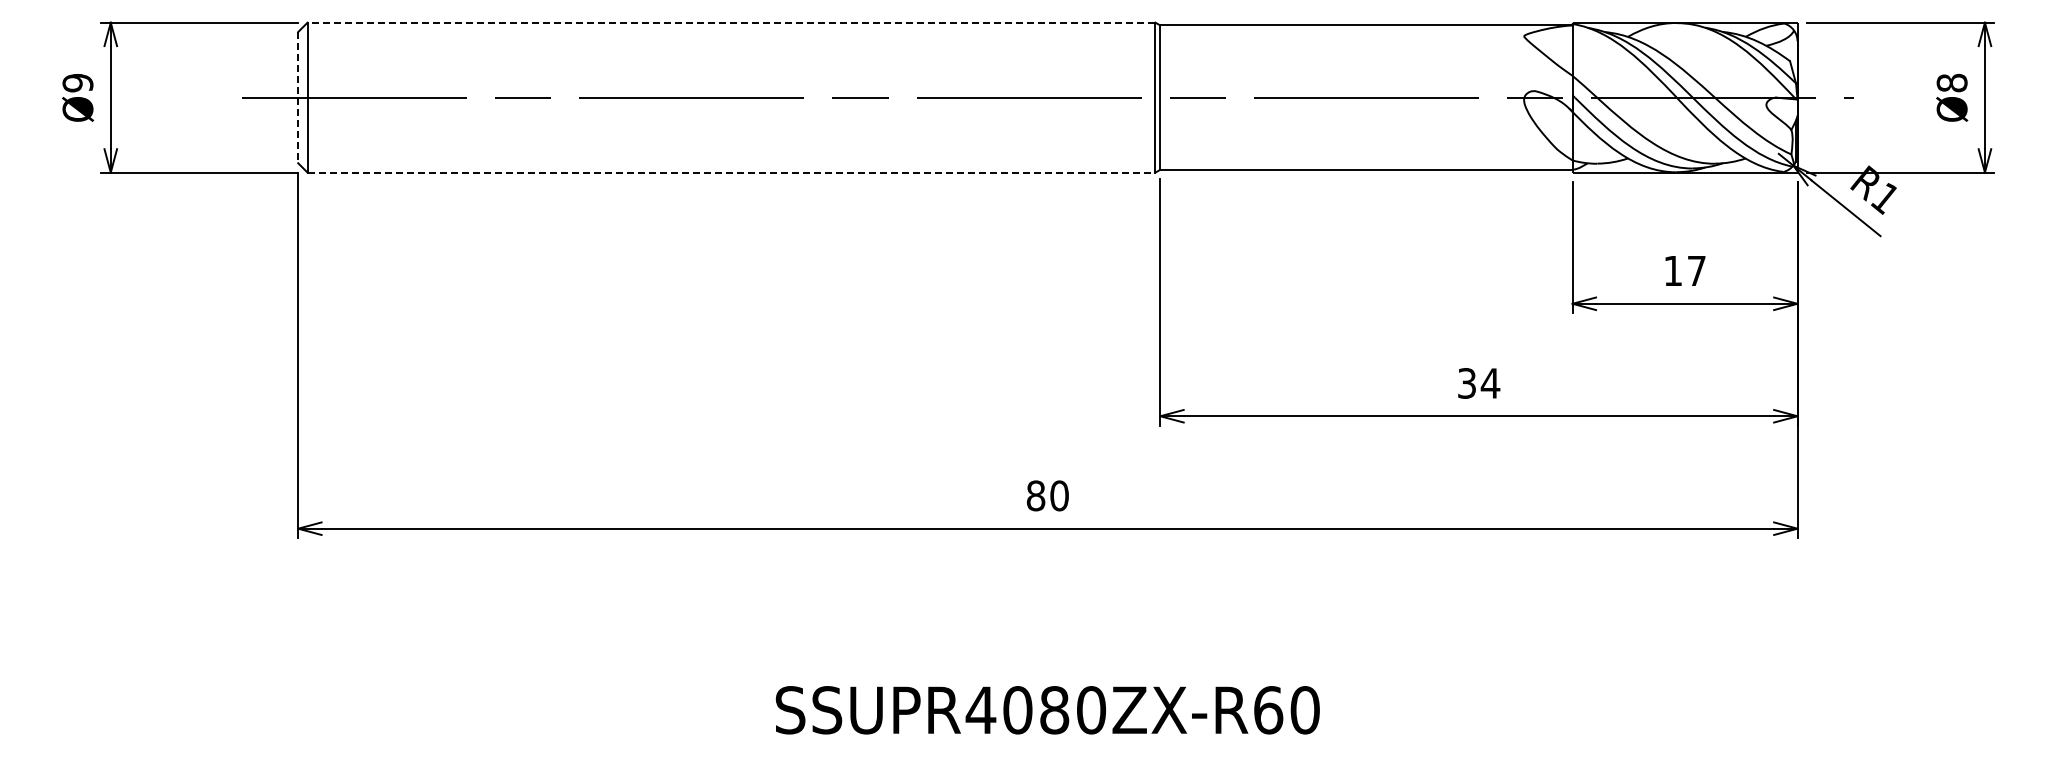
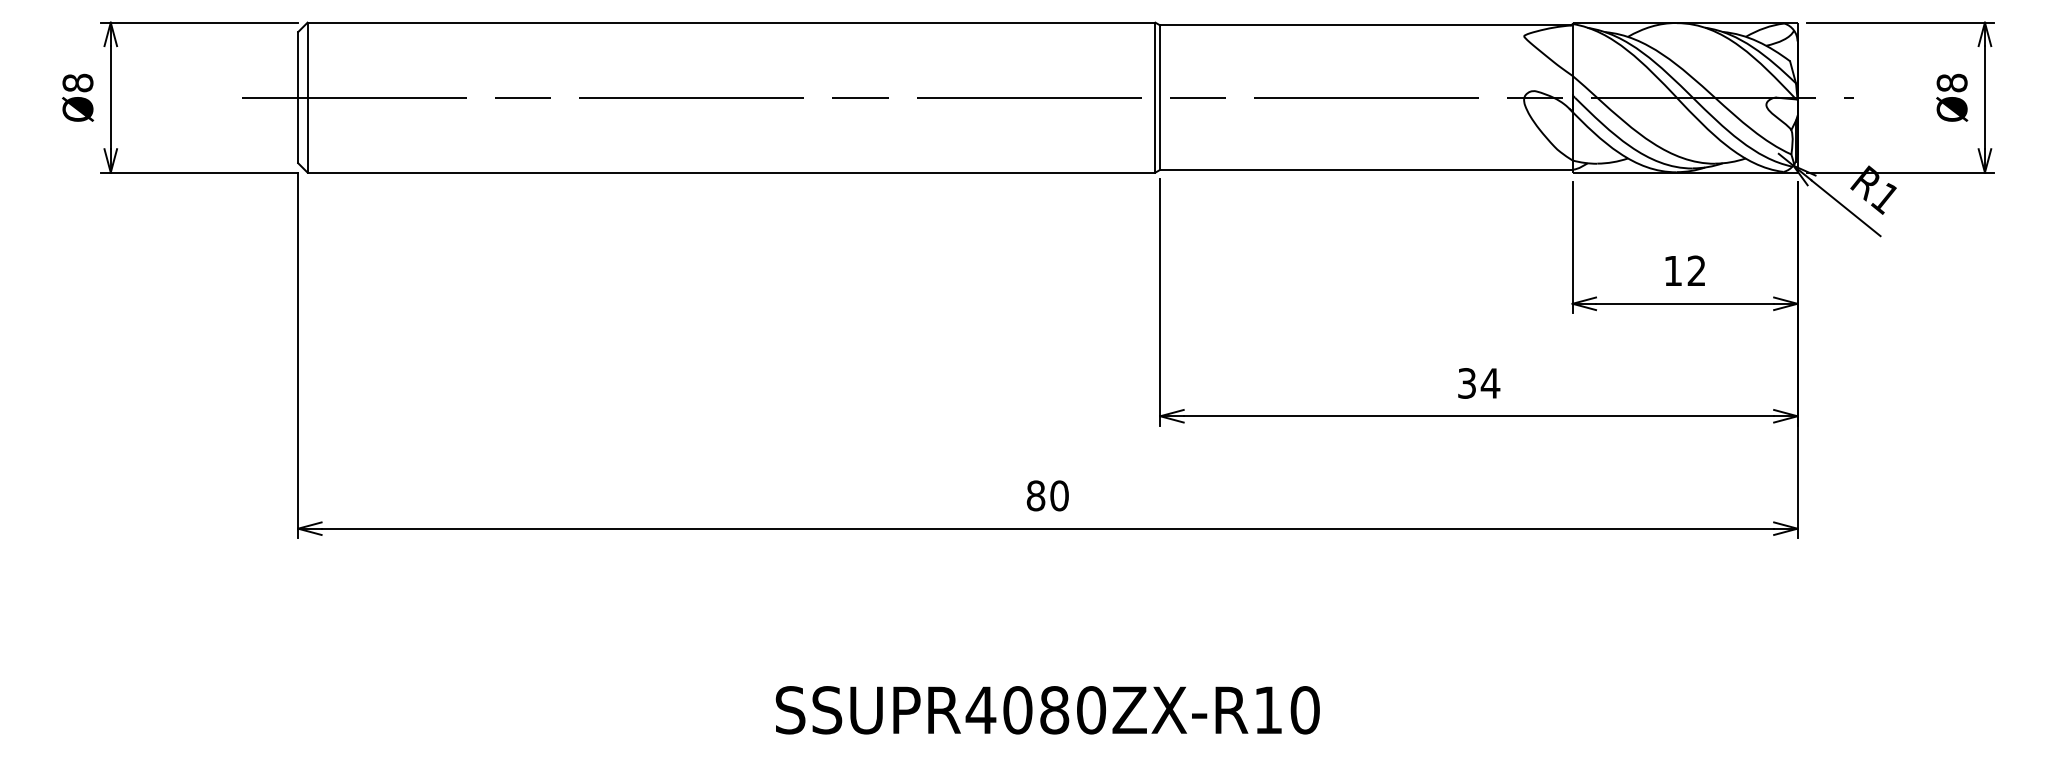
line at (731, 22): dashed -> solid
text at (77, 82): Ø9 -> Ø8
line at (298, 97): dashed -> solid
line at (731, 172): dashed -> solid
text at (1696, 270): 17 -> 12
text at (1268, 710): SSUPR4080ZX-R60 -> SSUPR4080ZX-R10
